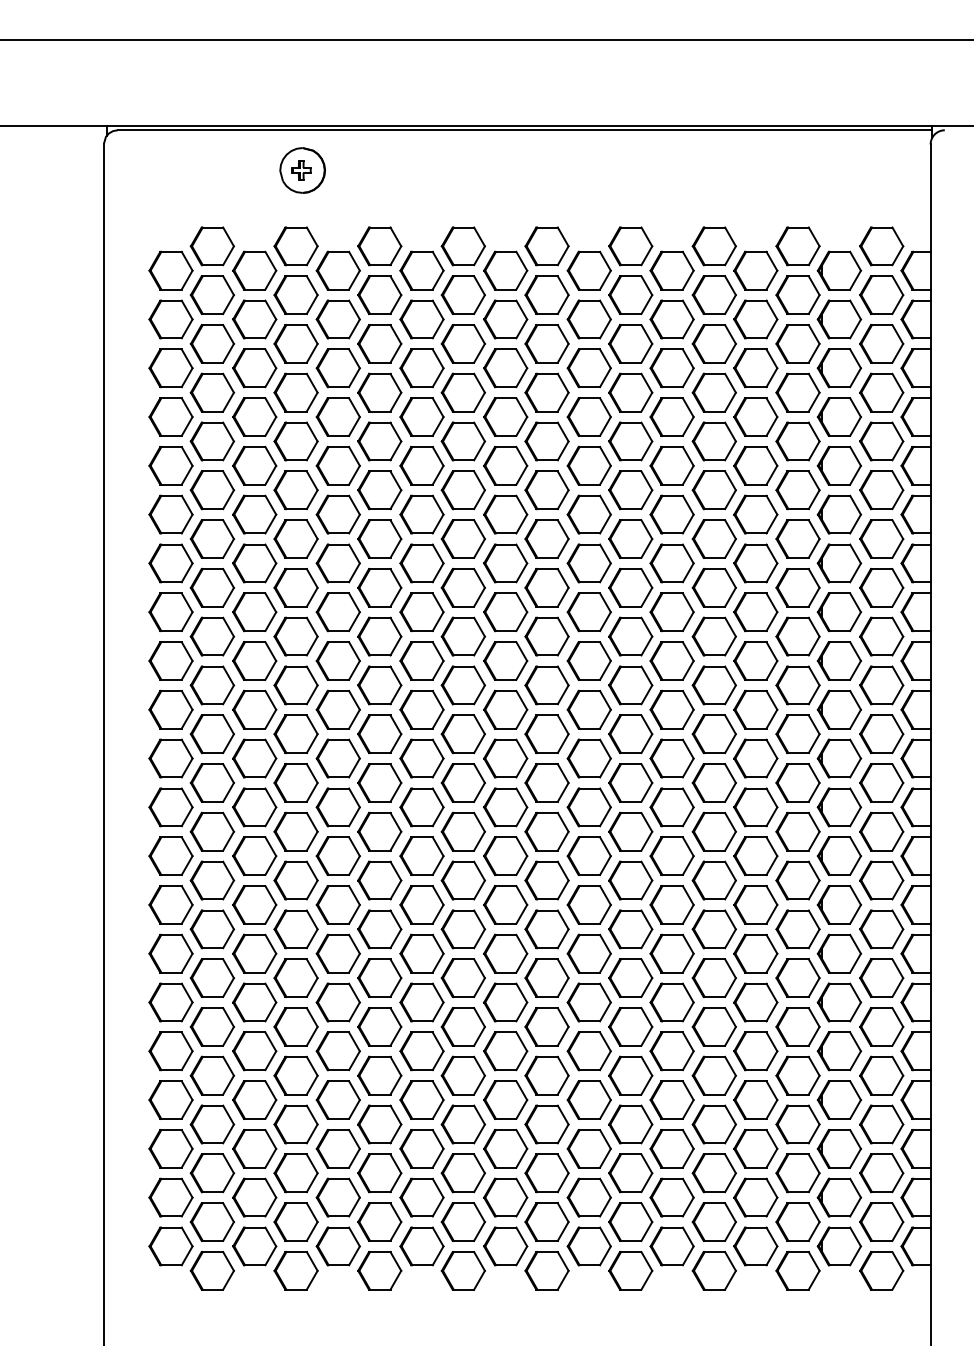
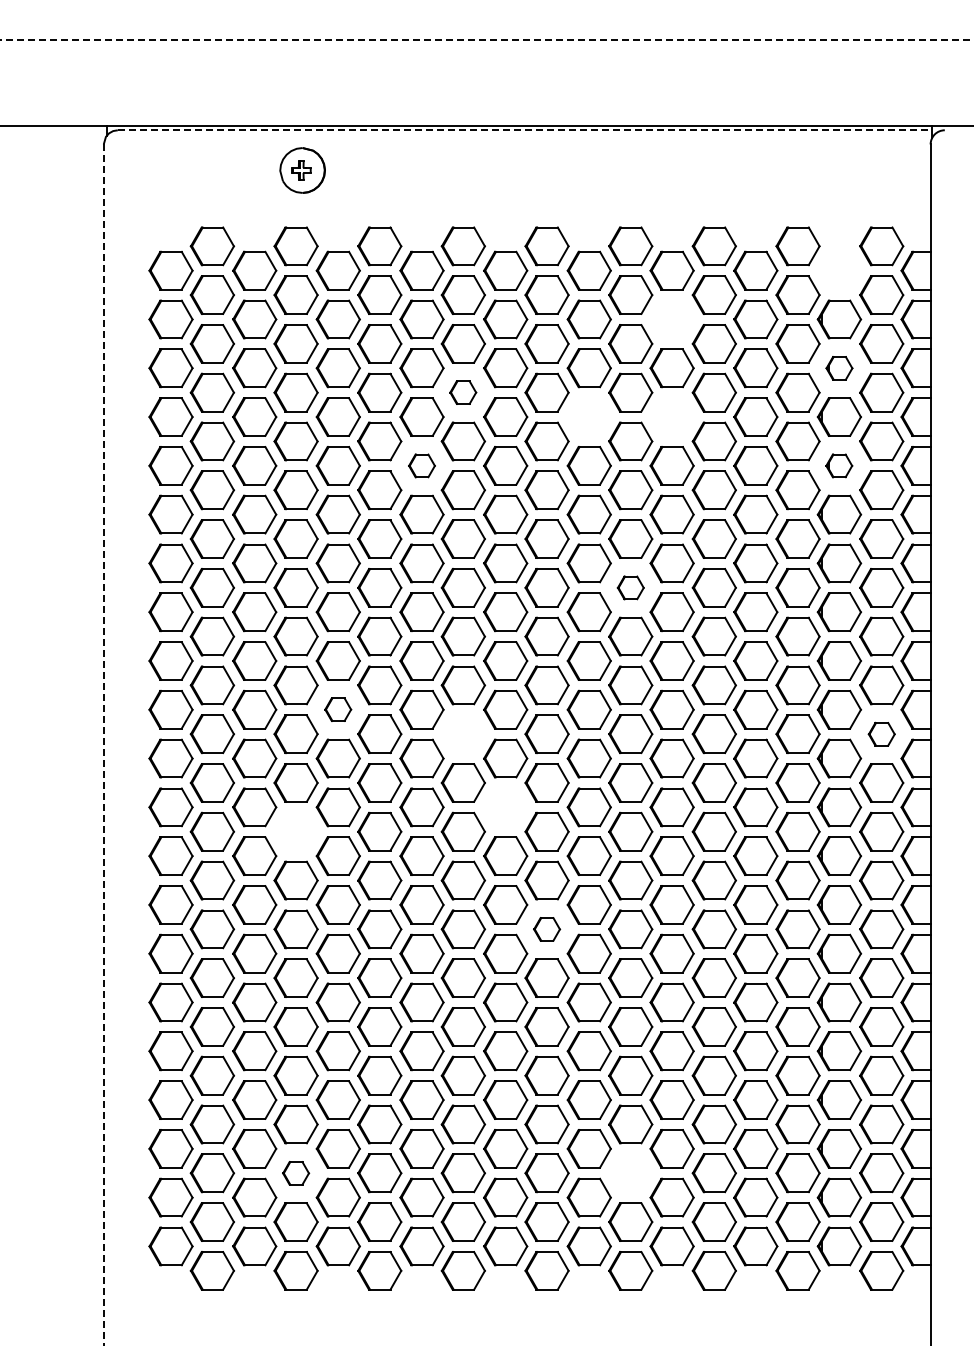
line at (487, 40): solid -> dashed
line at (525, 130): solid -> dashed
part at (839, 270): present -> none
part at (671, 319): present -> none
part at (839, 368) size: 47x41 px -> 29x25 px
part at (462, 392) size: 46x41 px -> 29x25 px
part at (588, 416): present -> none
part at (671, 416): present -> none
part at (421, 465) size: 46x40 px -> 28x26 px
part at (838, 465) size: 46x40 px -> 29x26 px
part at (630, 587) size: 46x40 px -> 29x26 px
part at (337, 709) size: 46x41 px -> 29x25 px
part at (462, 734): present -> none
part at (881, 734) size: 46x41 px -> 29x26 px
line at (103, 745): solid -> dashed
part at (505, 807): present -> none
part at (295, 831): present -> none
part at (546, 929) size: 46x41 px -> 29x25 px
part at (295, 1173) size: 46x41 px -> 29x25 px
part at (630, 1173): present -> none
